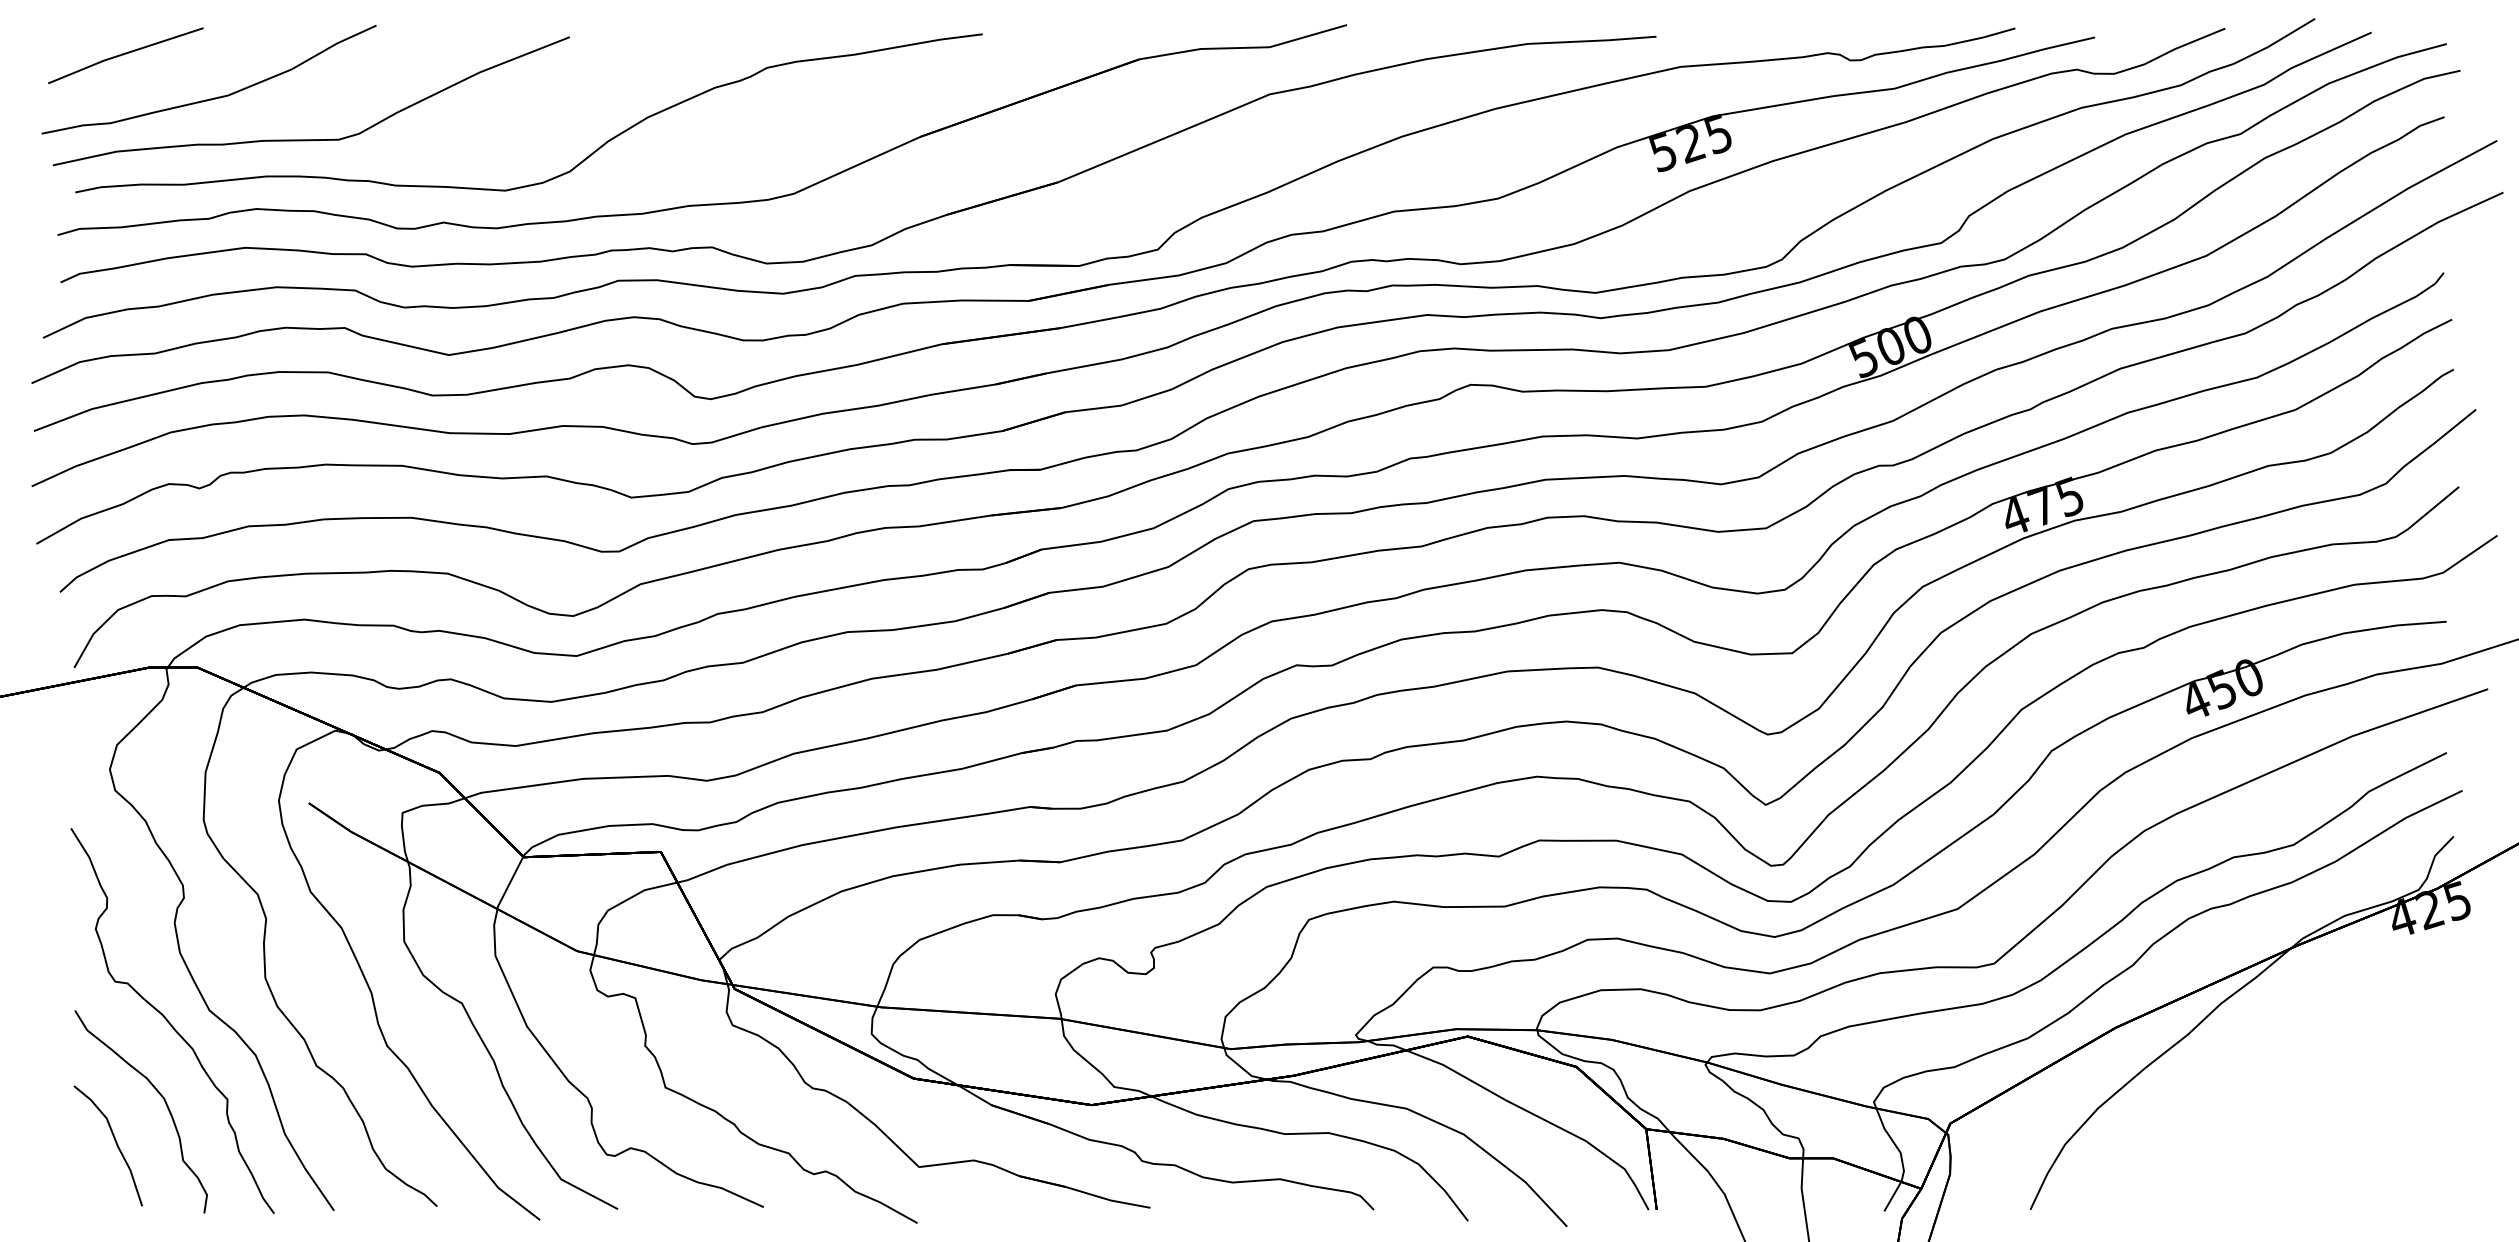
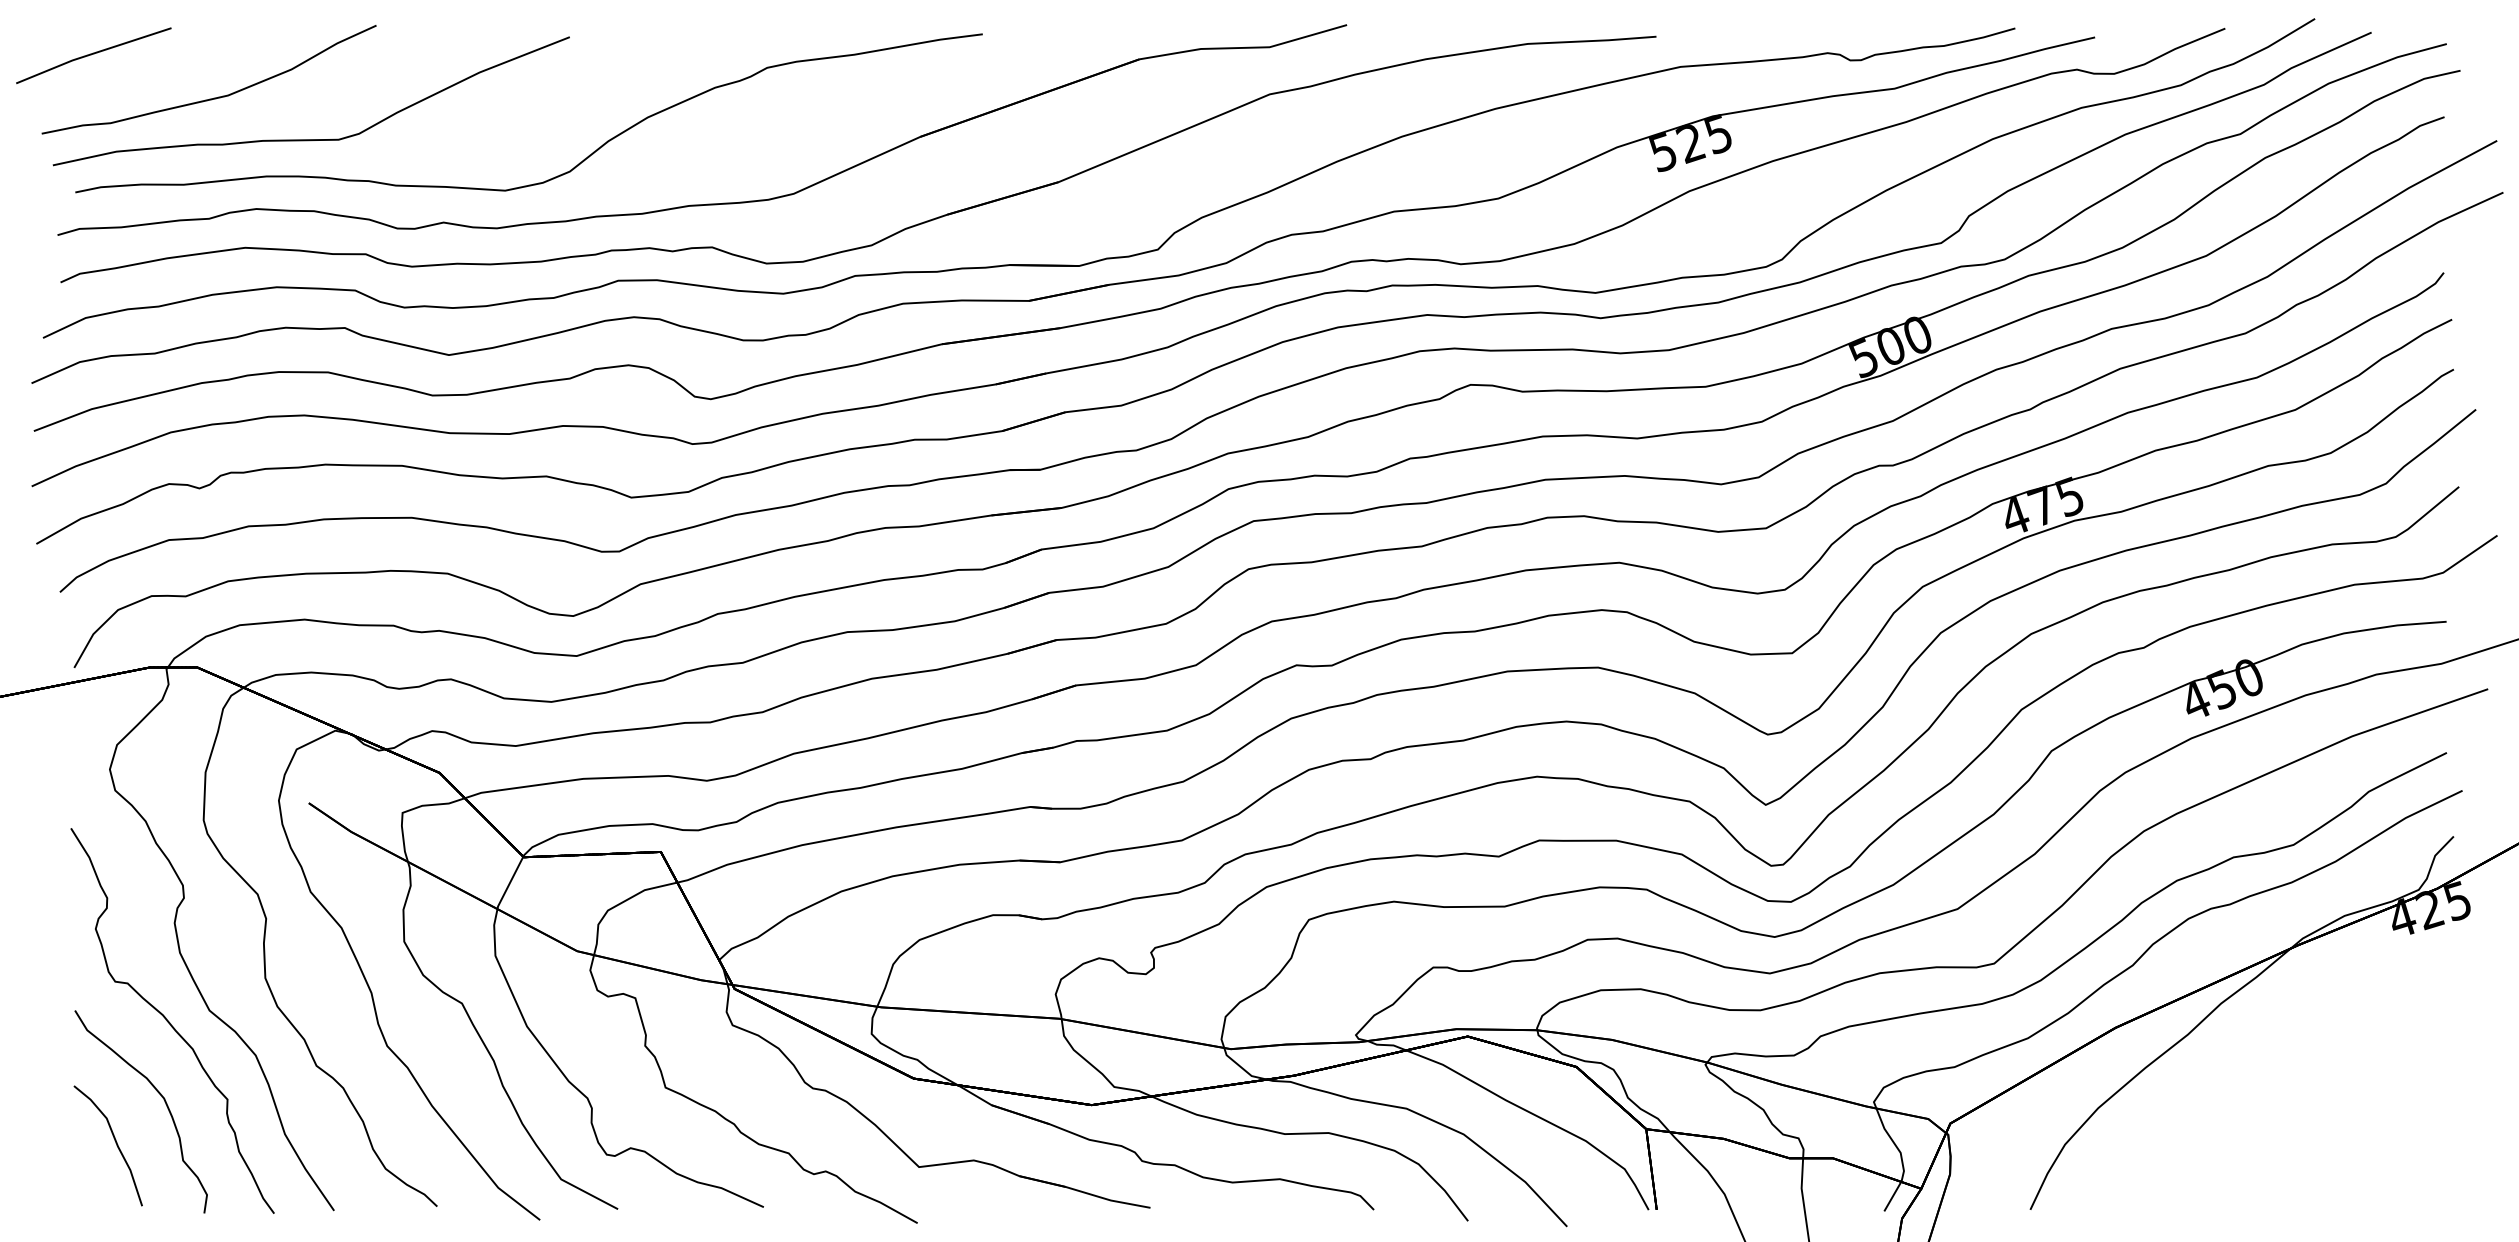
line at (125, 54) position: (125, 54) -> (93, 54)
